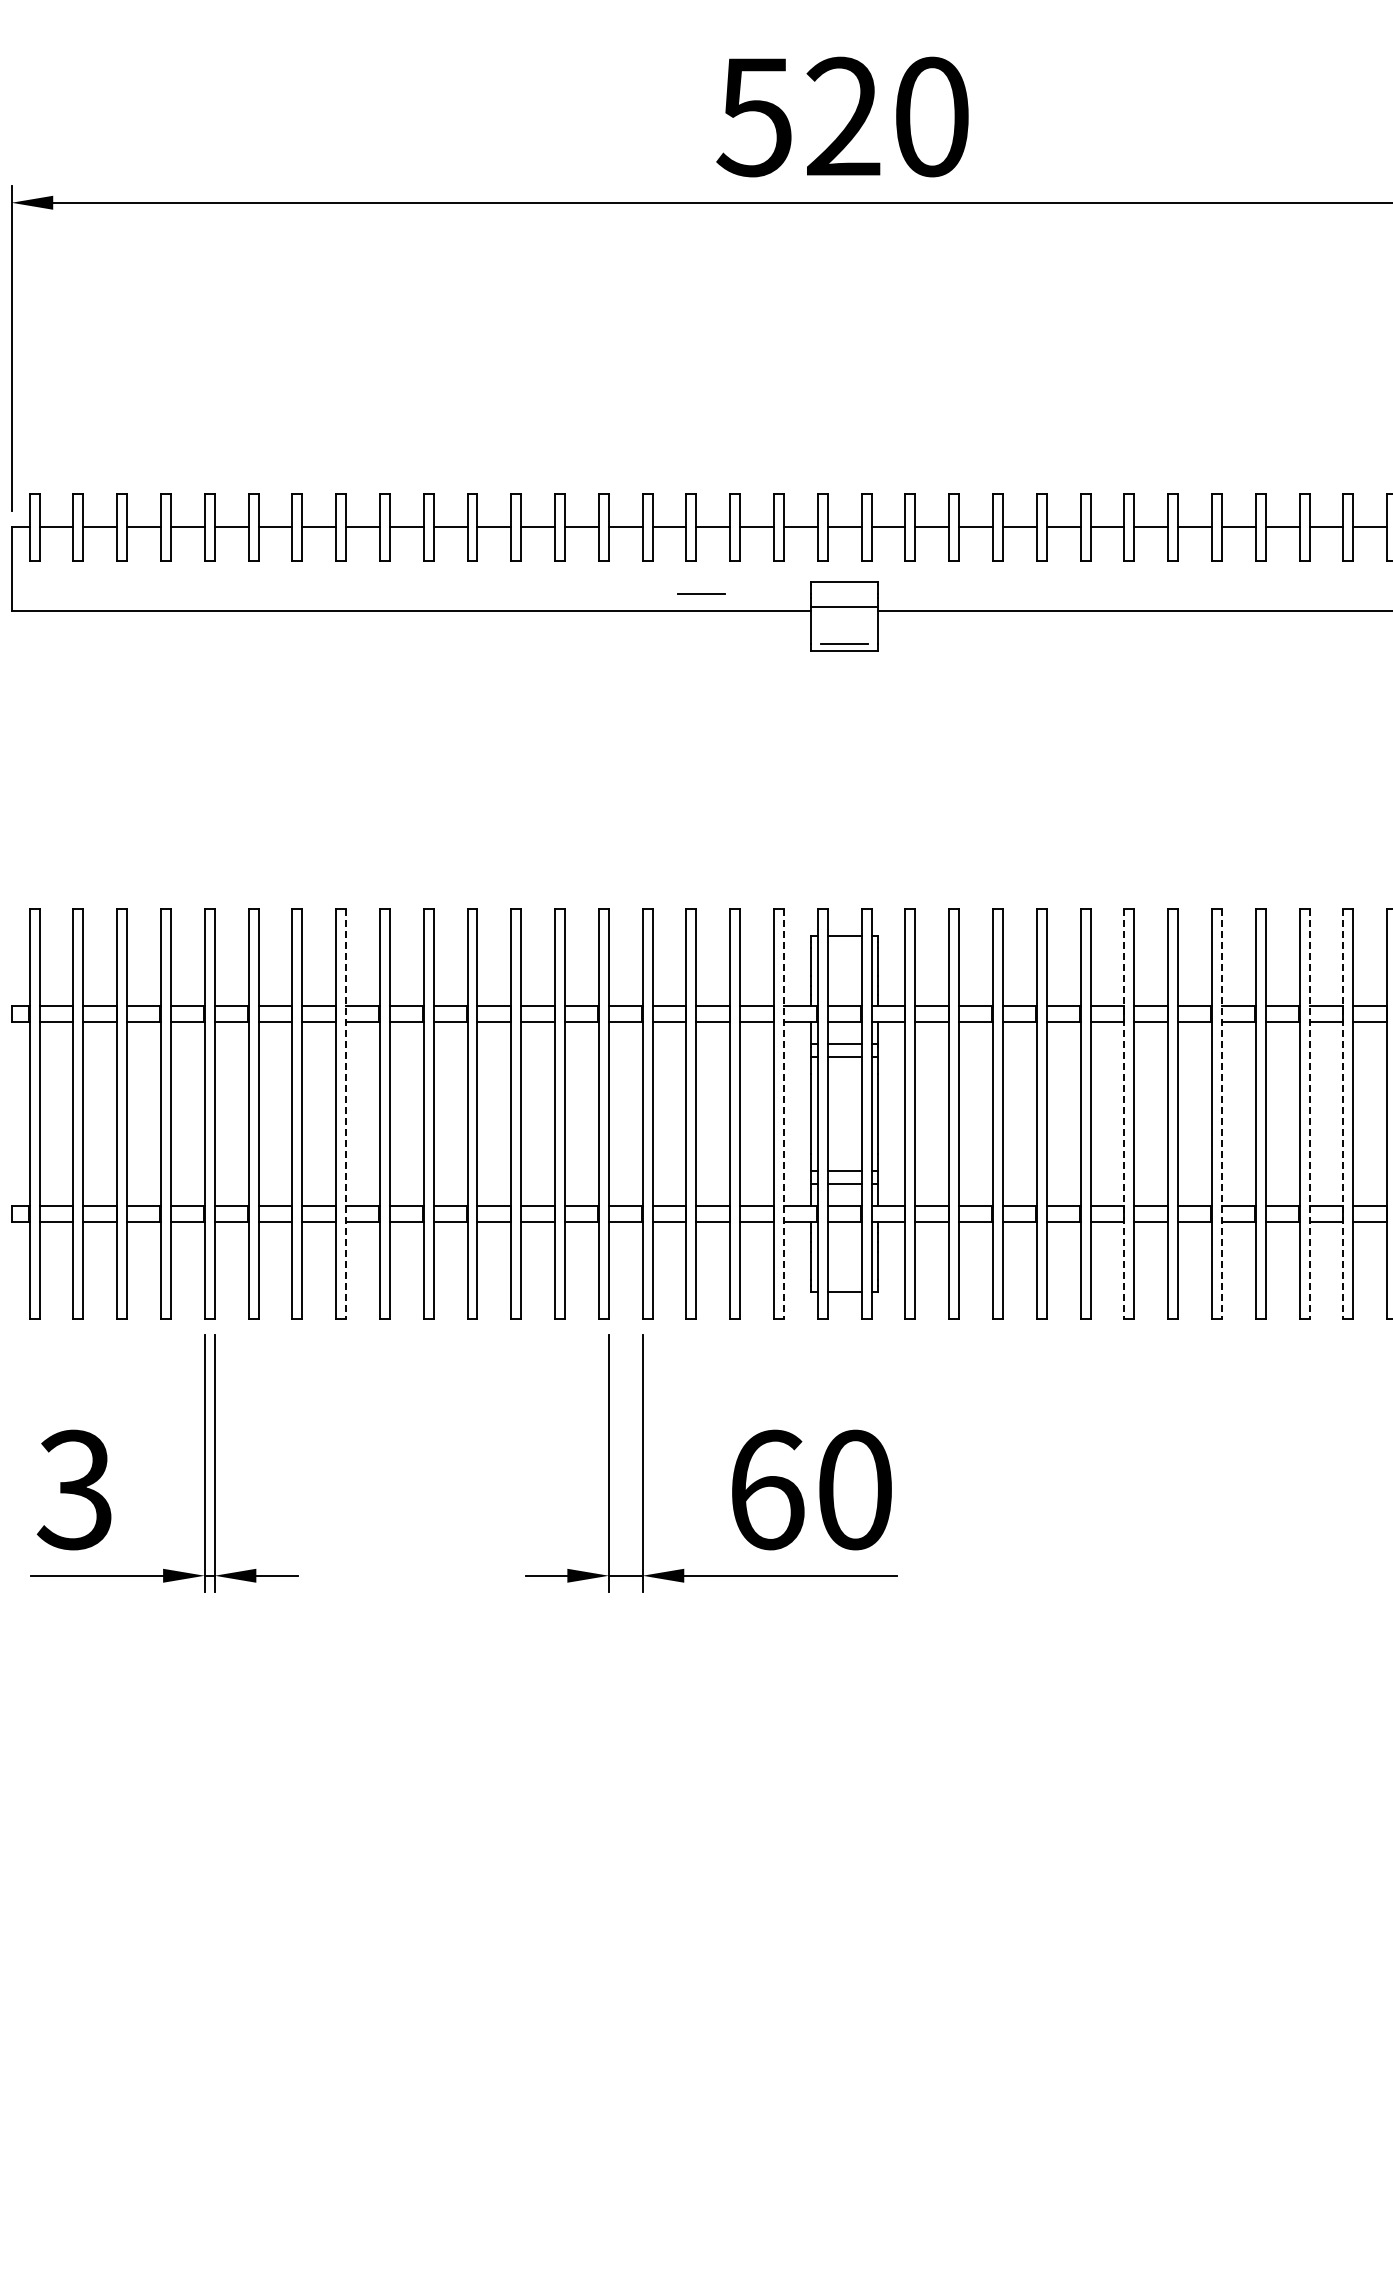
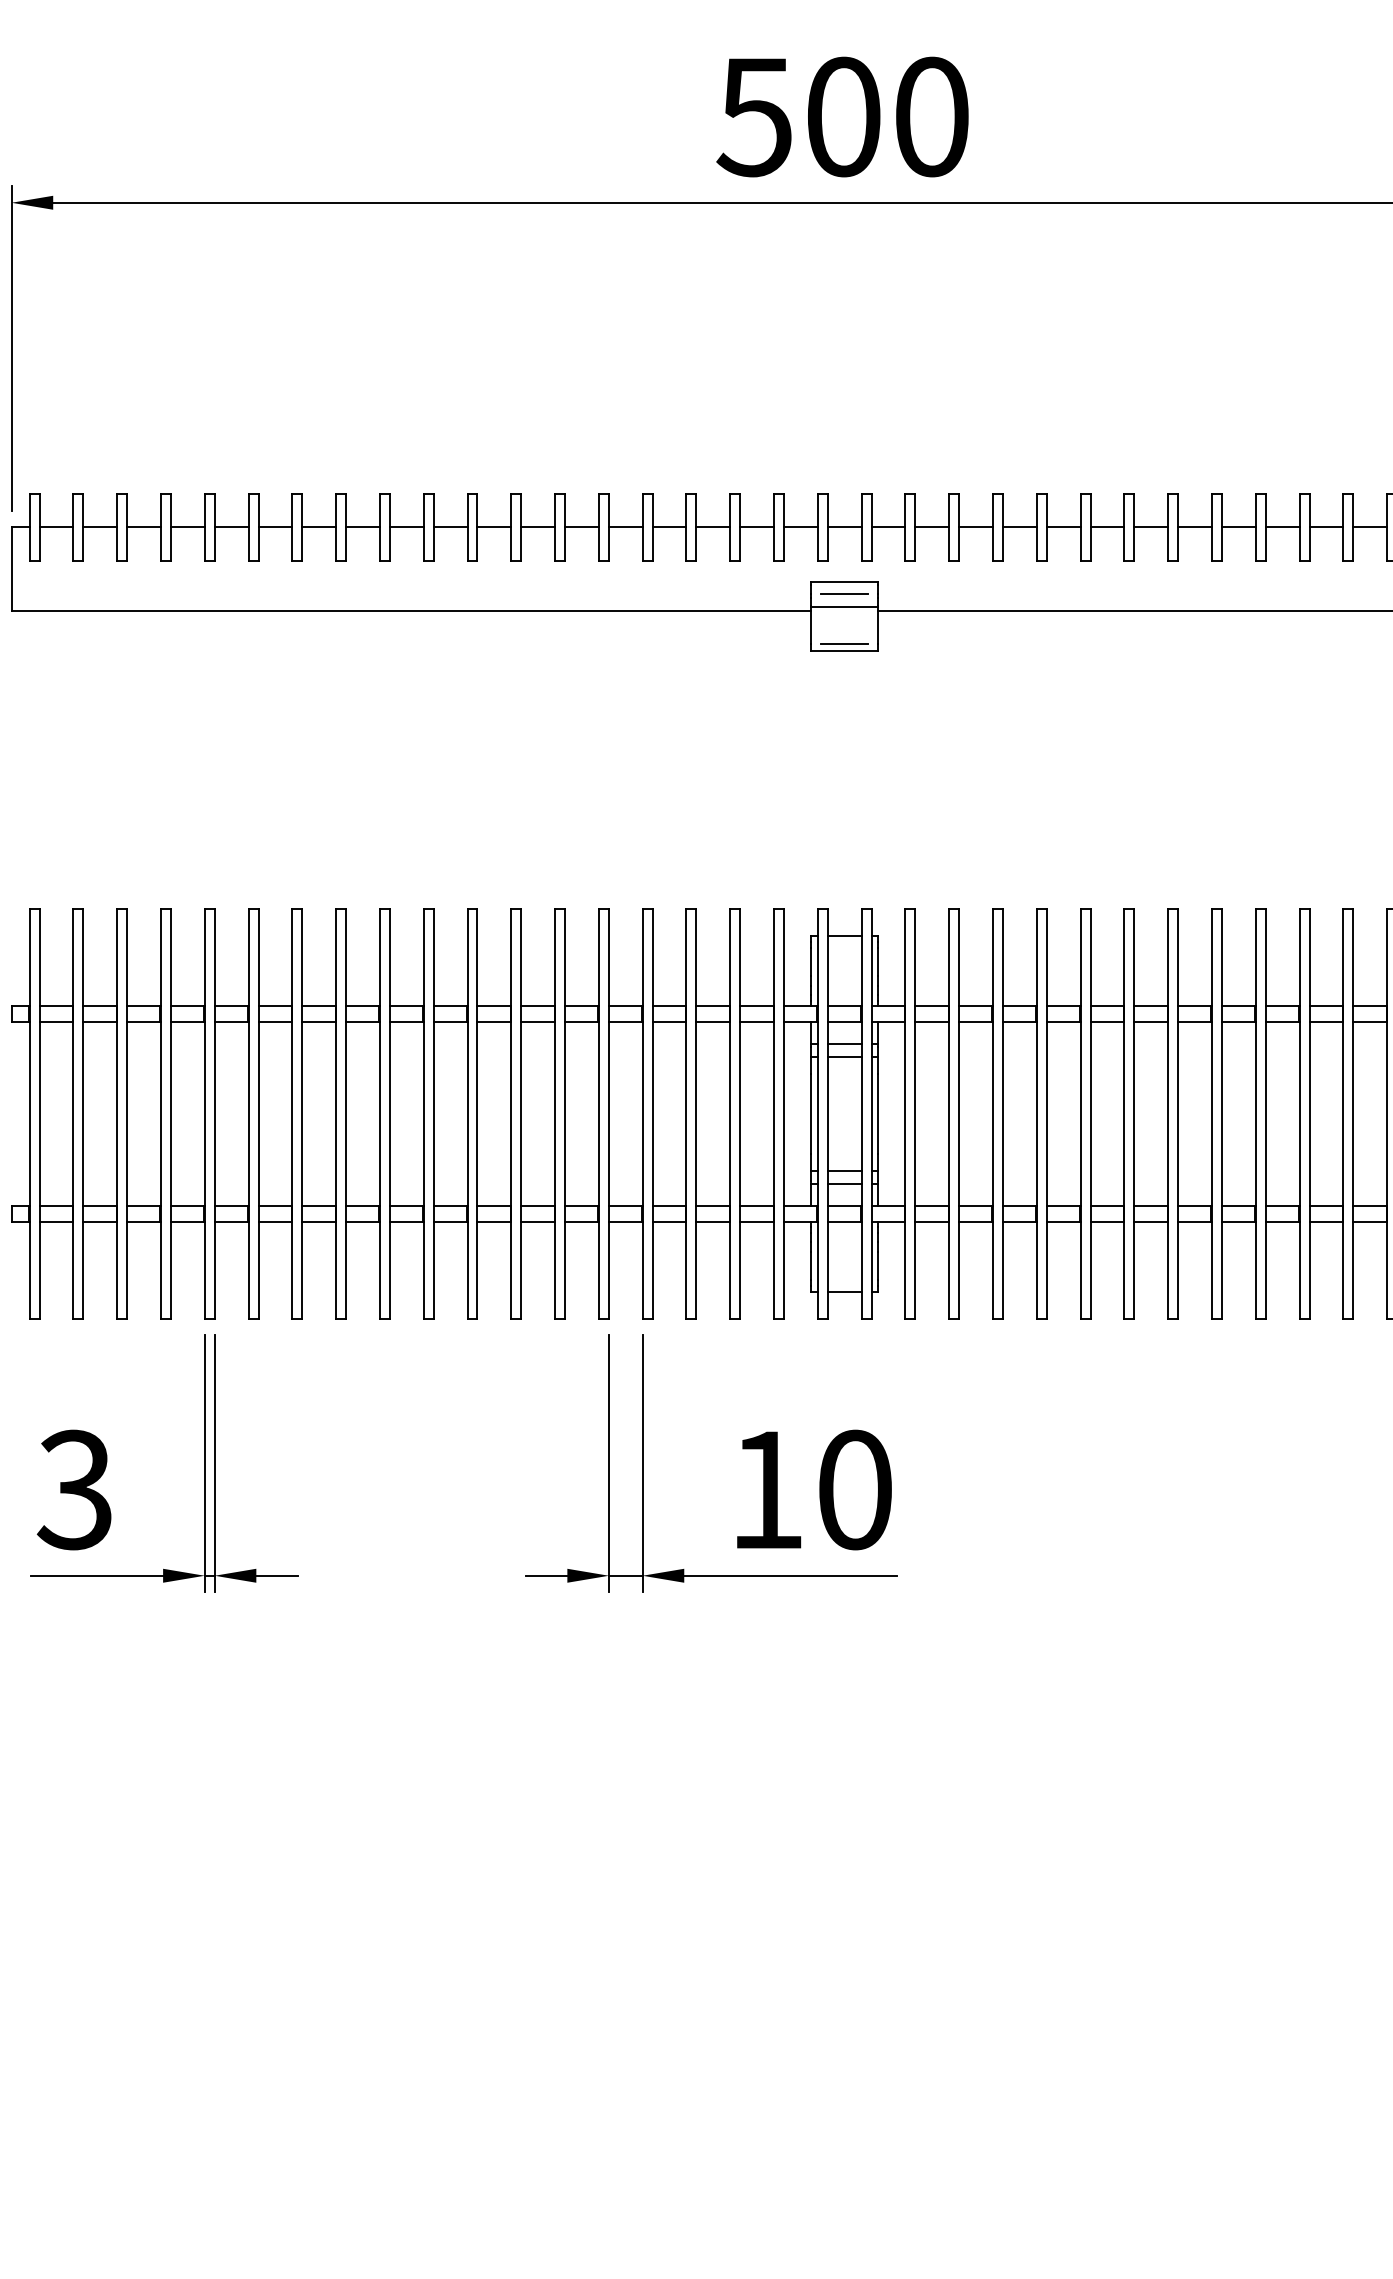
text at (843, 116): 520 -> 500
line at (701, 593) position: (701, 593) -> (844, 593)
line at (346, 1113): dashed -> solid
line at (784, 1113): dashed -> solid
line at (1124, 1113): dashed -> solid
line at (1221, 1113): dashed -> solid
line at (1309, 1113): dashed -> solid
line at (1343, 1113): dashed -> solid
text at (768, 1489): 60 -> 10
